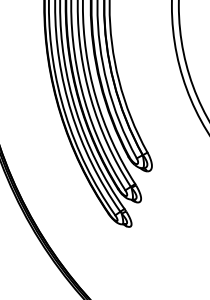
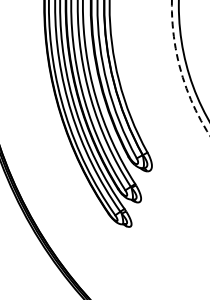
arc at (180, 69): solid -> dashed
